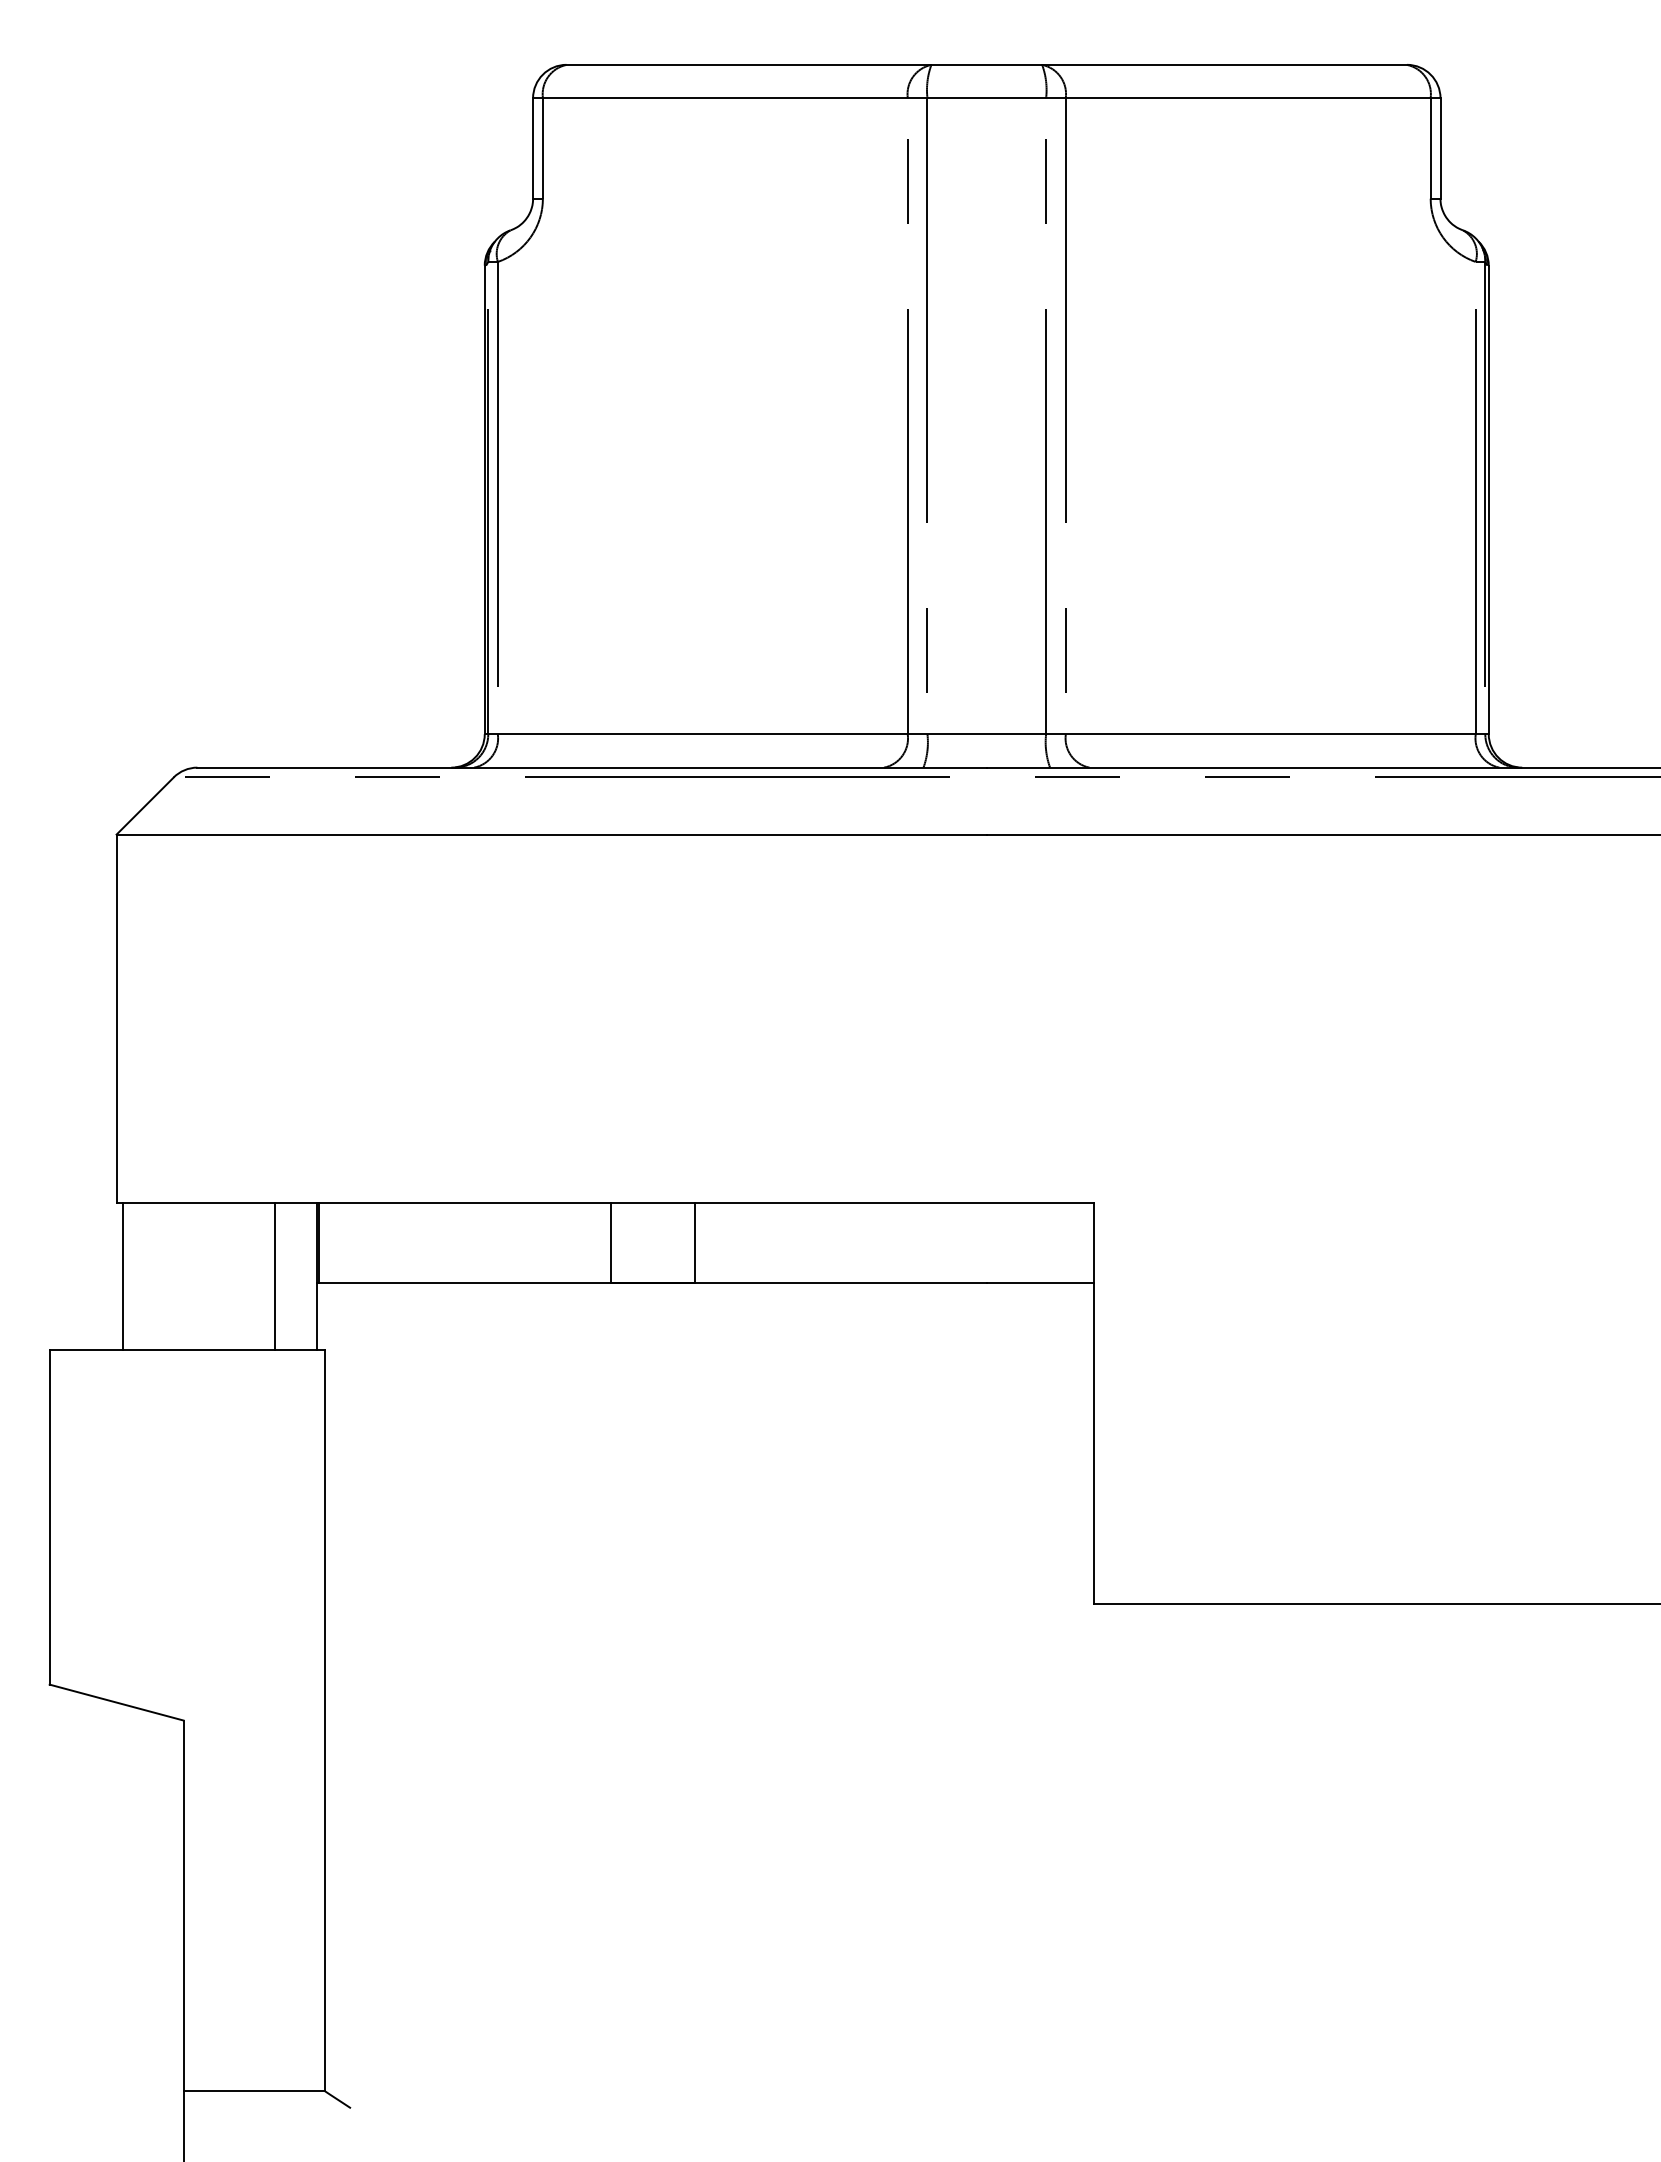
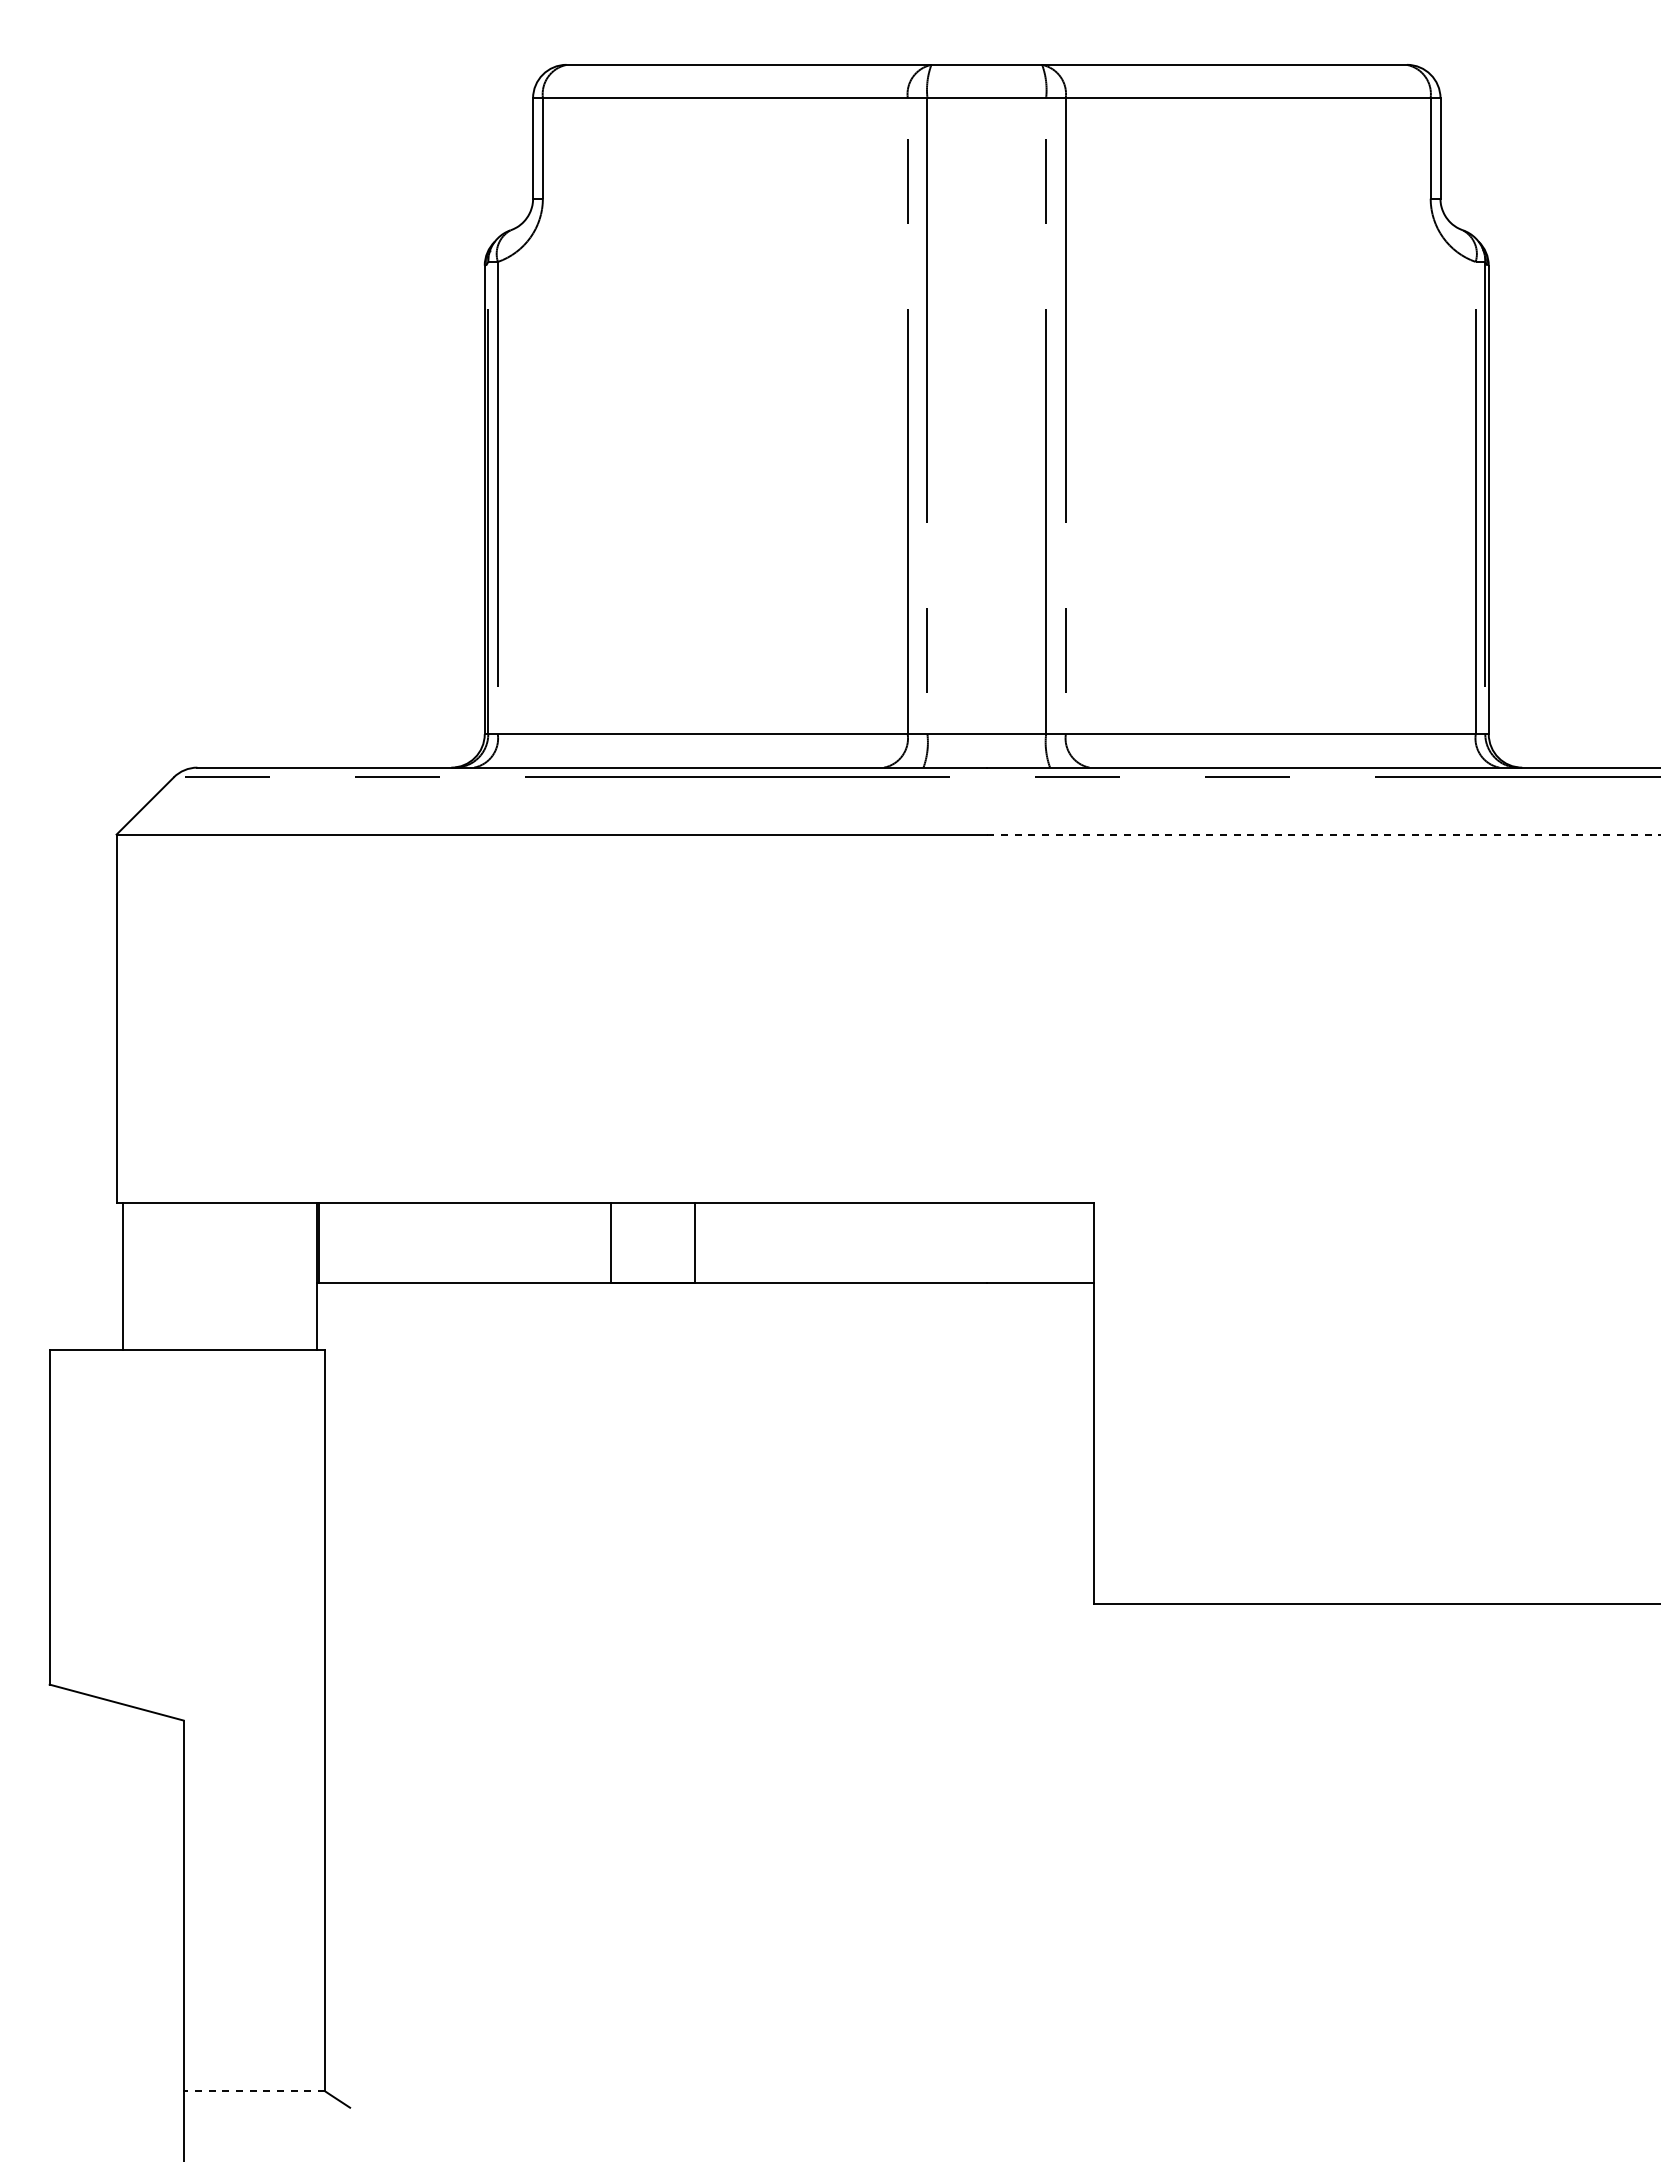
line at (1323, 834): solid -> dashed
line at (275, 1275): present -> none
line at (254, 2091): solid -> dashed
